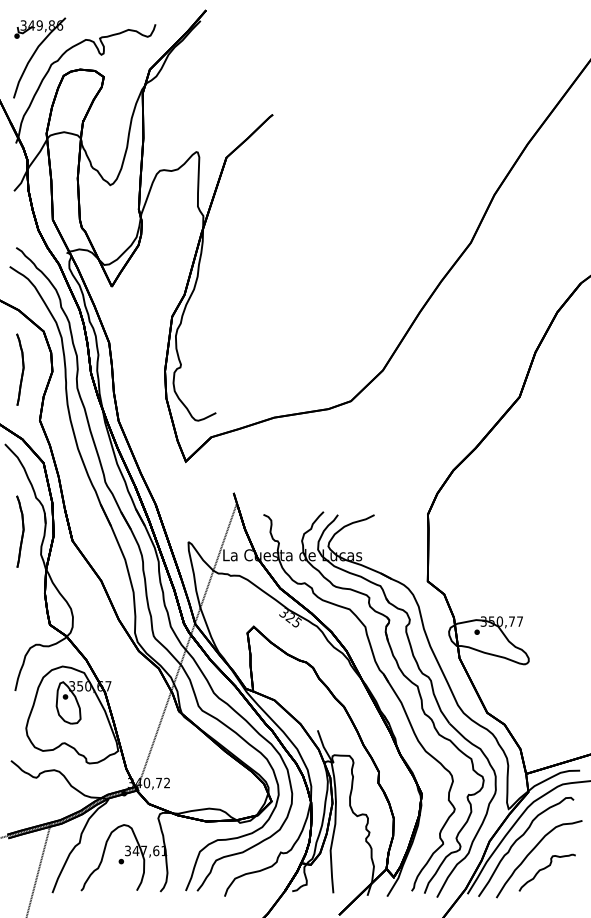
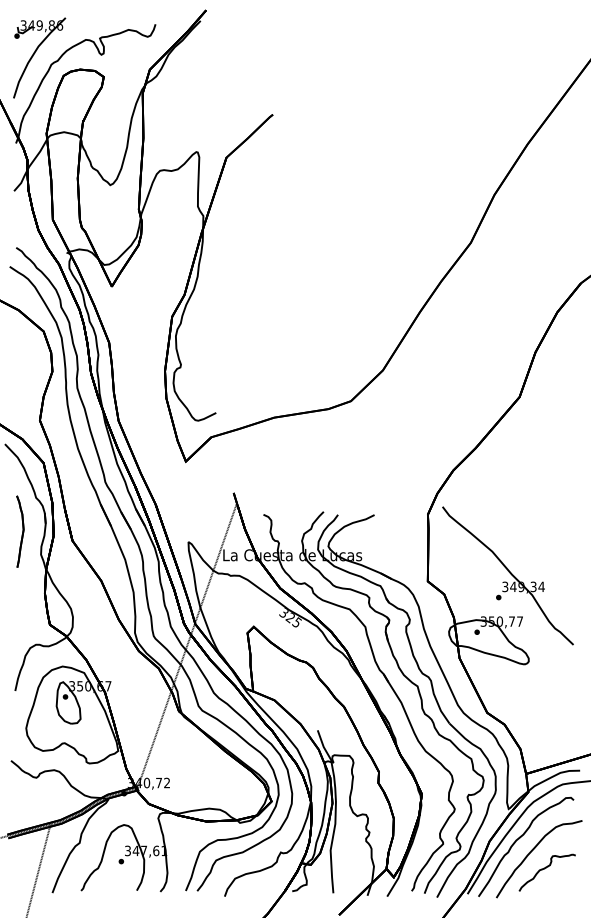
part at (20, 369): present -> none
part at (507, 575): none -> present
